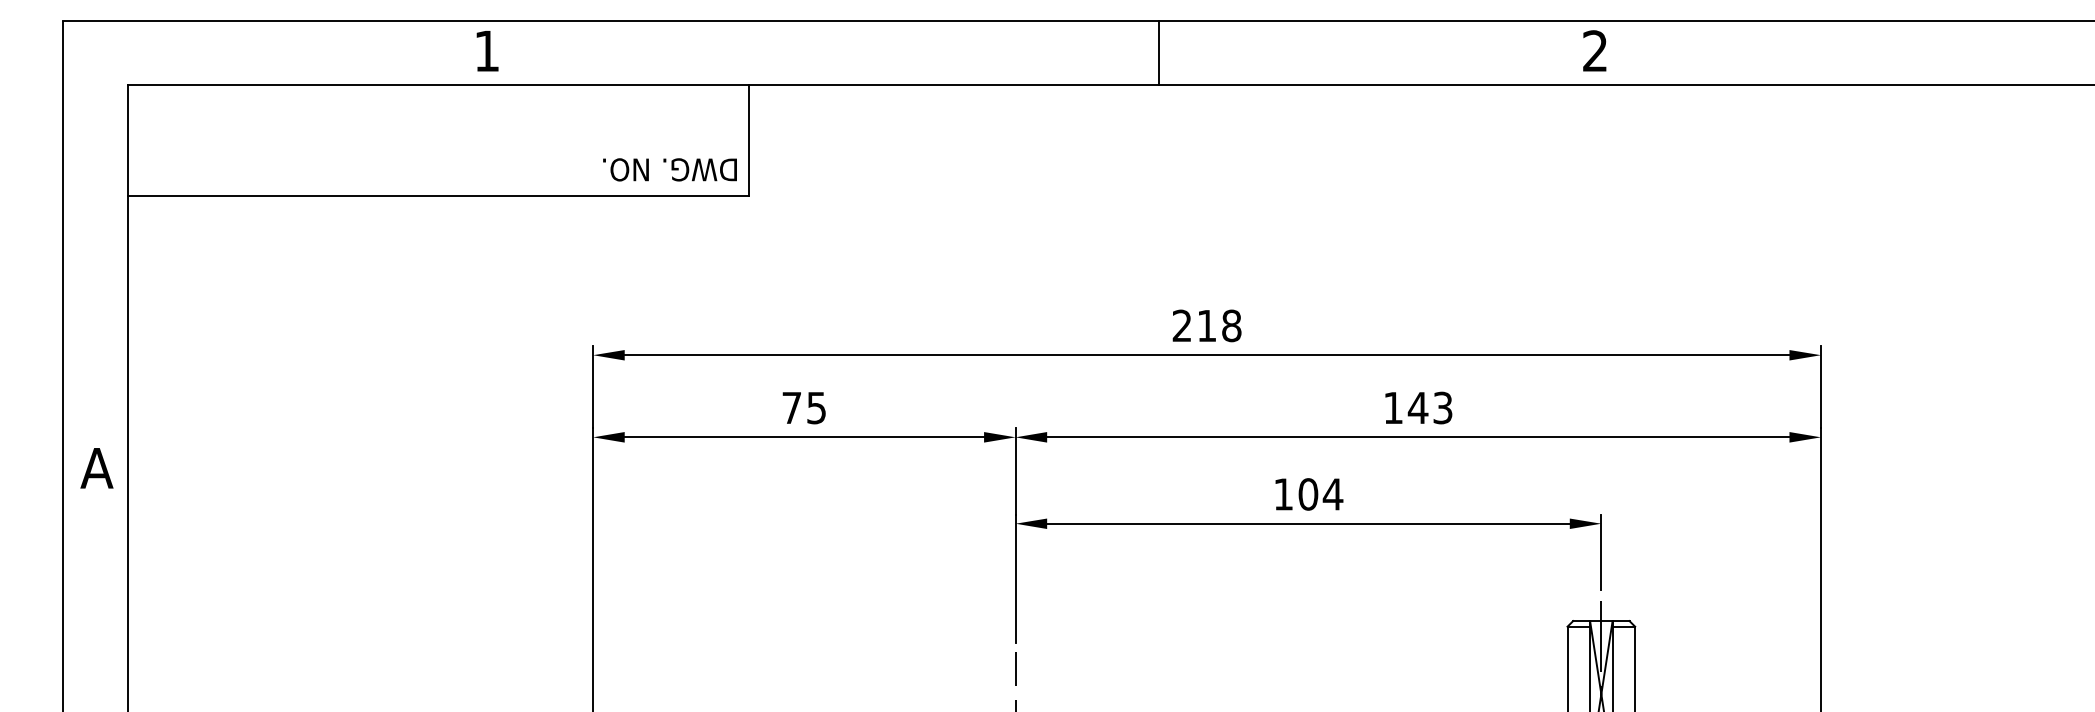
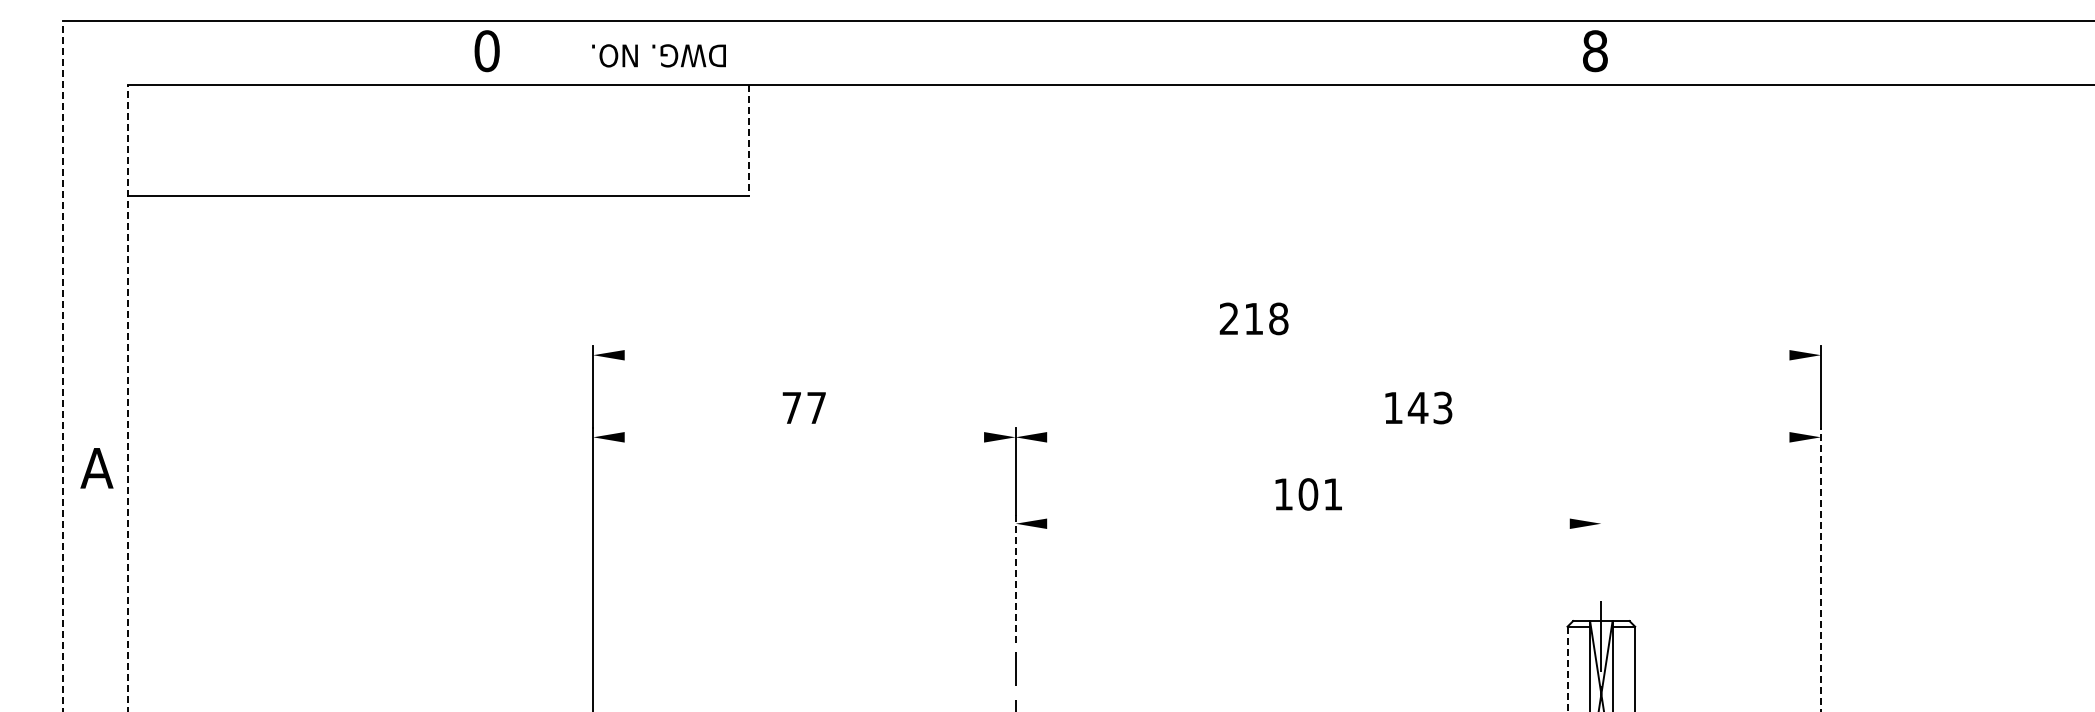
text at (486, 51): 1 -> 0
text at (1595, 51): 2 -> 8
line at (1158, 53): present -> none
line at (748, 141): solid -> dashed
text at (669, 169) position: (669, 169) -> (658, 55)
text at (1206, 325) position: (1206, 325) -> (1253, 318)
line at (1206, 355): present -> none
line at (62, 366): solid -> dashed
line at (127, 398): solid -> dashed
text at (816, 408): 75 -> 77
line at (804, 437): present -> none
line at (1418, 437): present -> none
text at (1332, 494): 104 -> 101
line at (1308, 523): present -> none
line at (1601, 551): present -> none
line at (1821, 569): solid -> dashed
line at (1015, 578): solid -> dashed
line at (1567, 669): solid -> dashed
